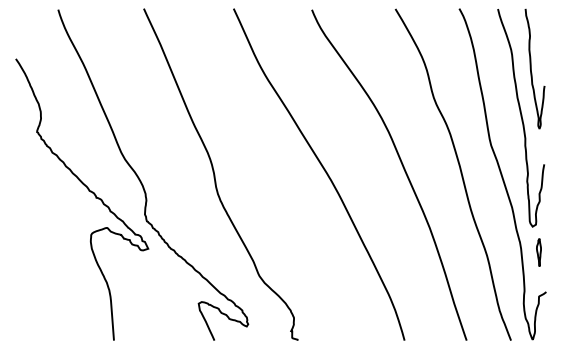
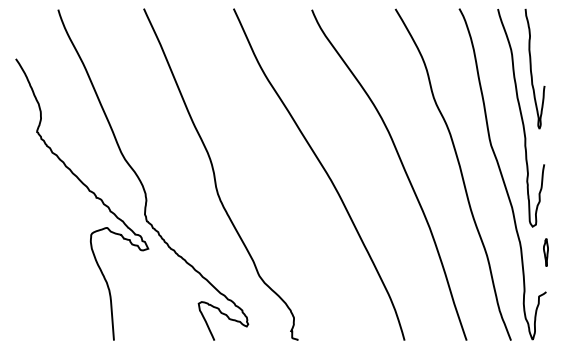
part at (538, 252) position: (538, 252) -> (545, 252)
